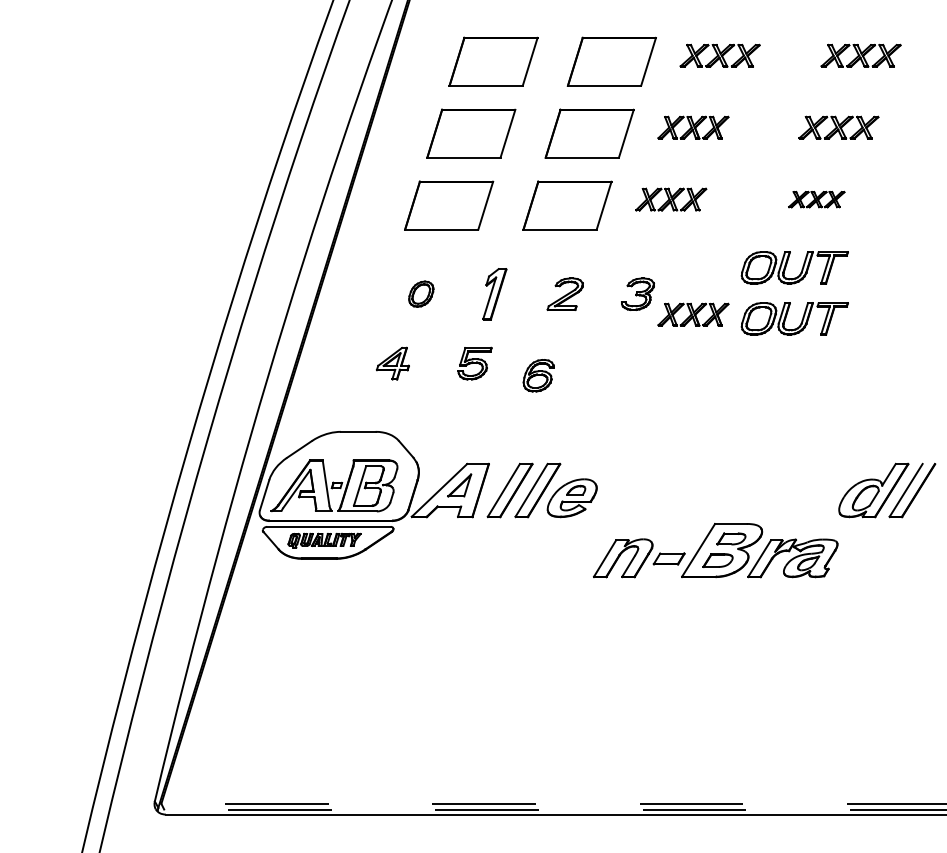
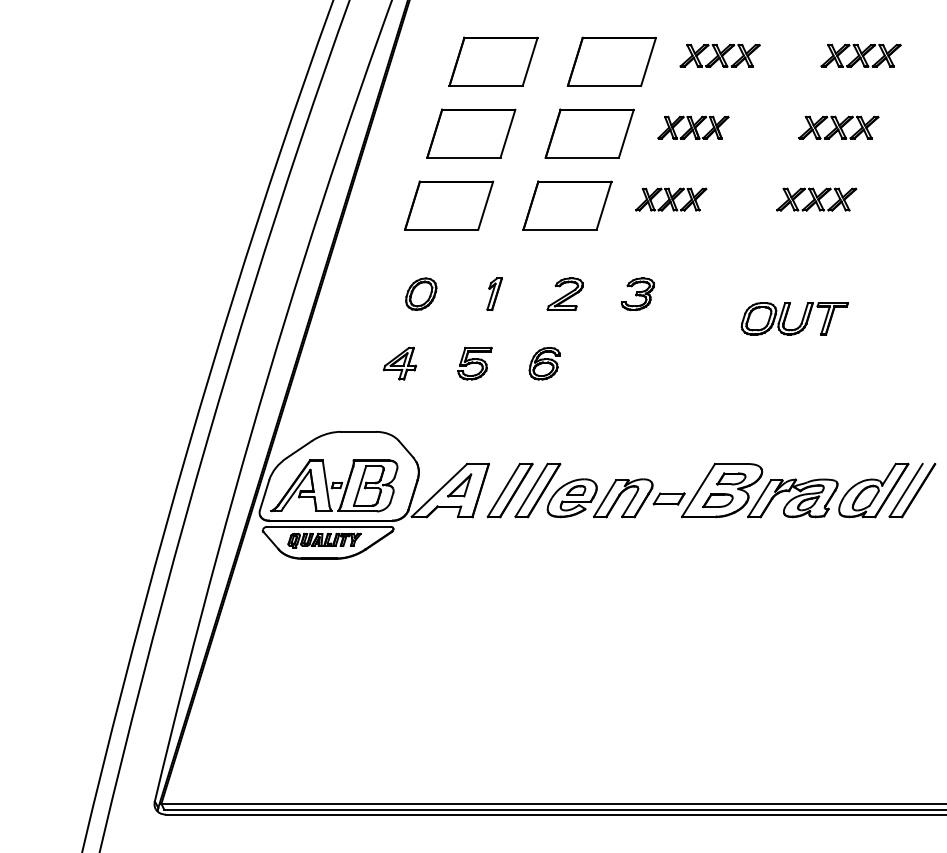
part at (816, 199) size: 58x19 px -> 82x25 px
part at (801, 269): present -> none
part at (421, 293) size: 27x28 px -> 33x34 px
part at (494, 294) size: 26x53 px -> 17x34 px
part at (693, 314): present -> none
part at (392, 363) position: (392, 363) -> (399, 363)
part at (538, 375) position: (538, 375) -> (544, 363)
part at (715, 550) position: (715, 550) -> (715, 490)
line at (554, 803): dashed -> solid
line at (554, 809): dashed -> solid
